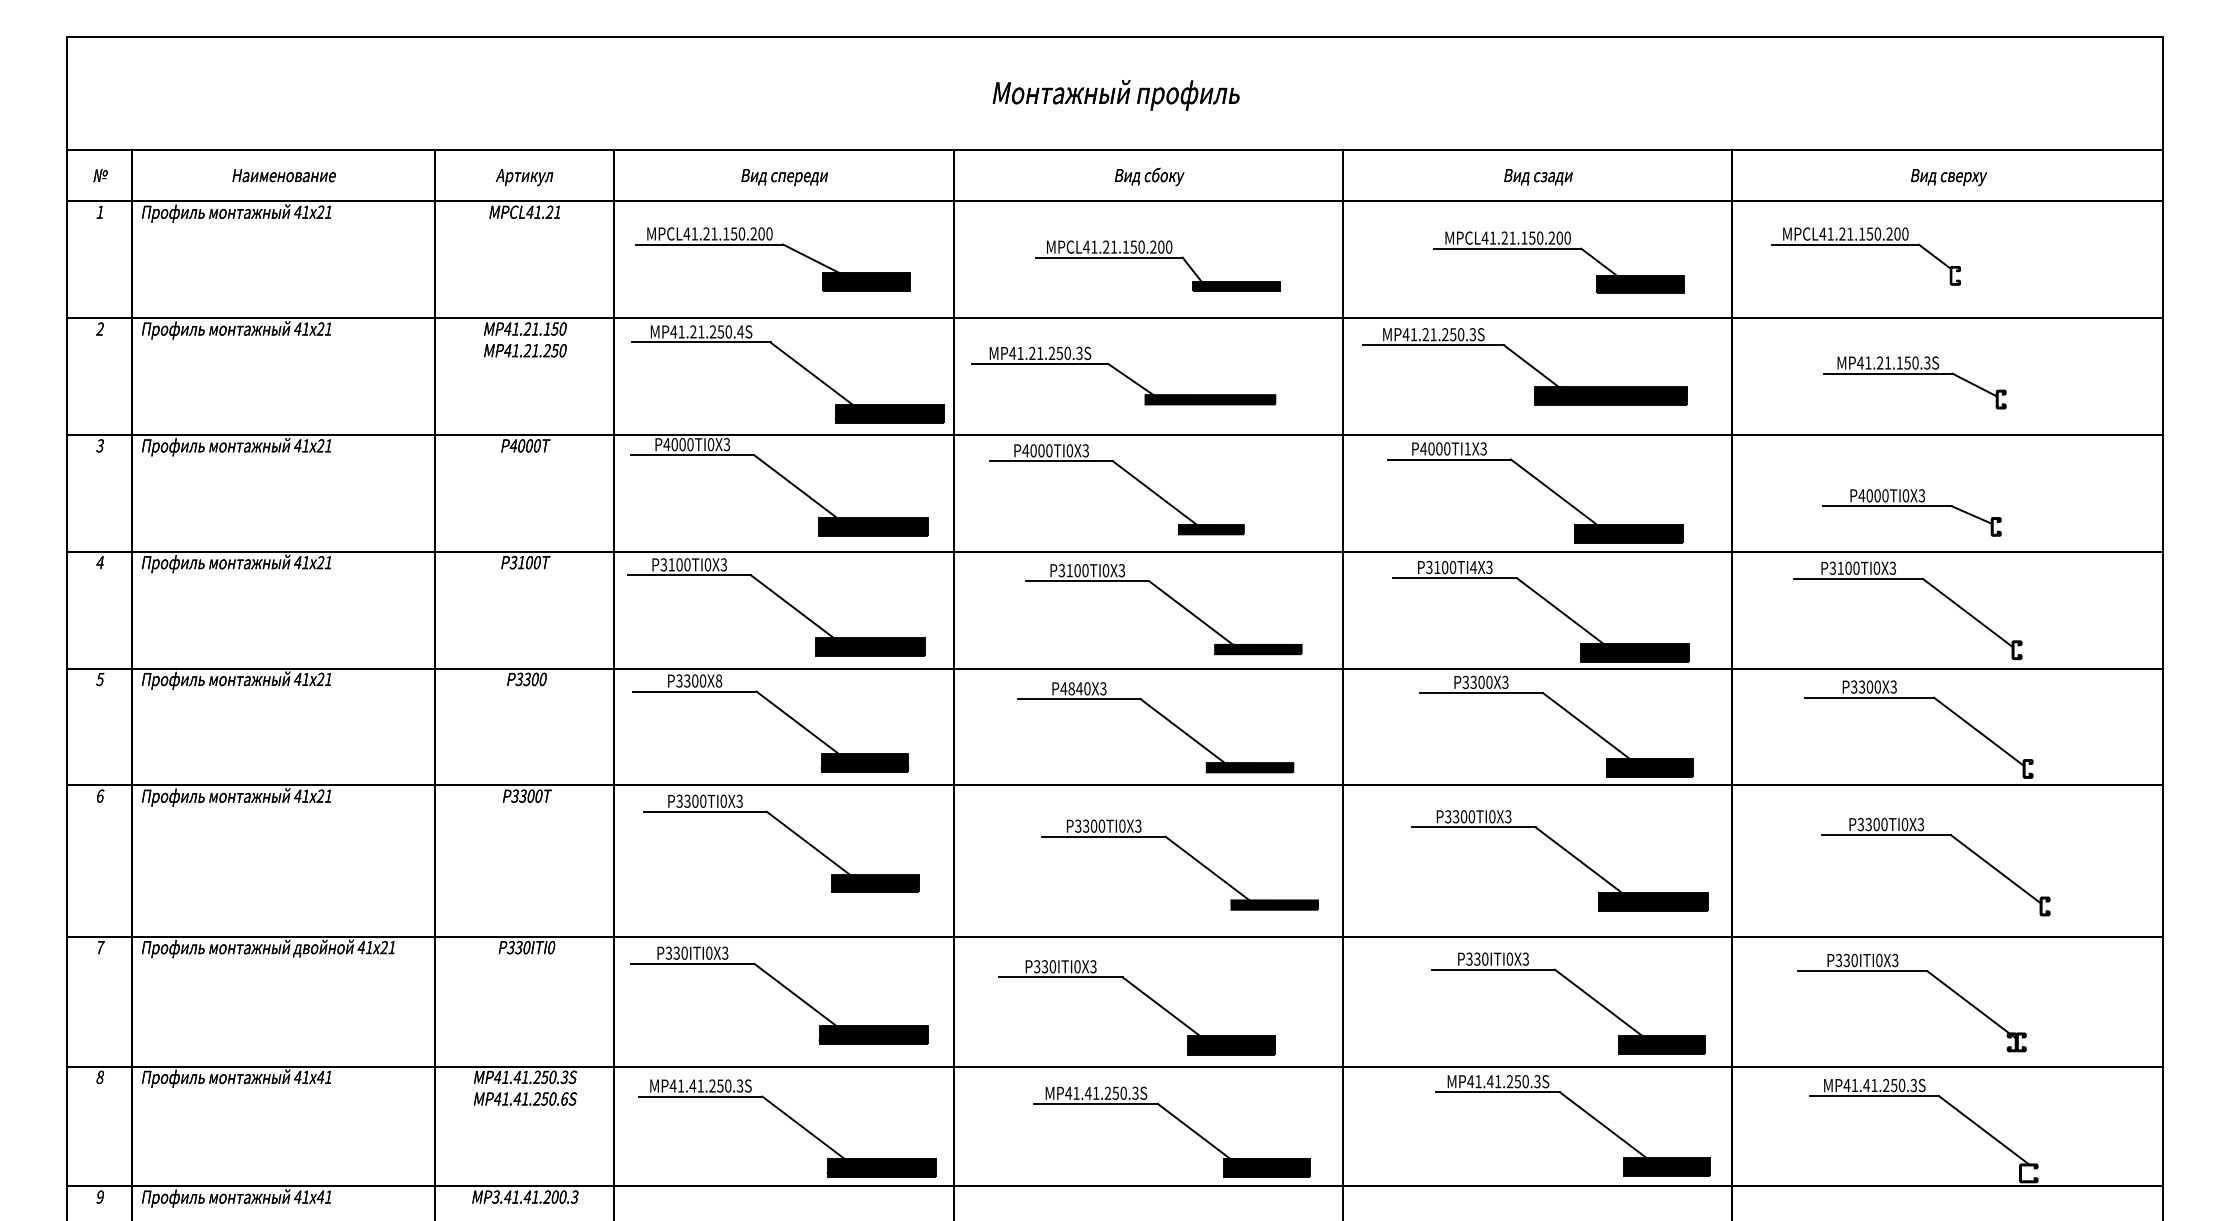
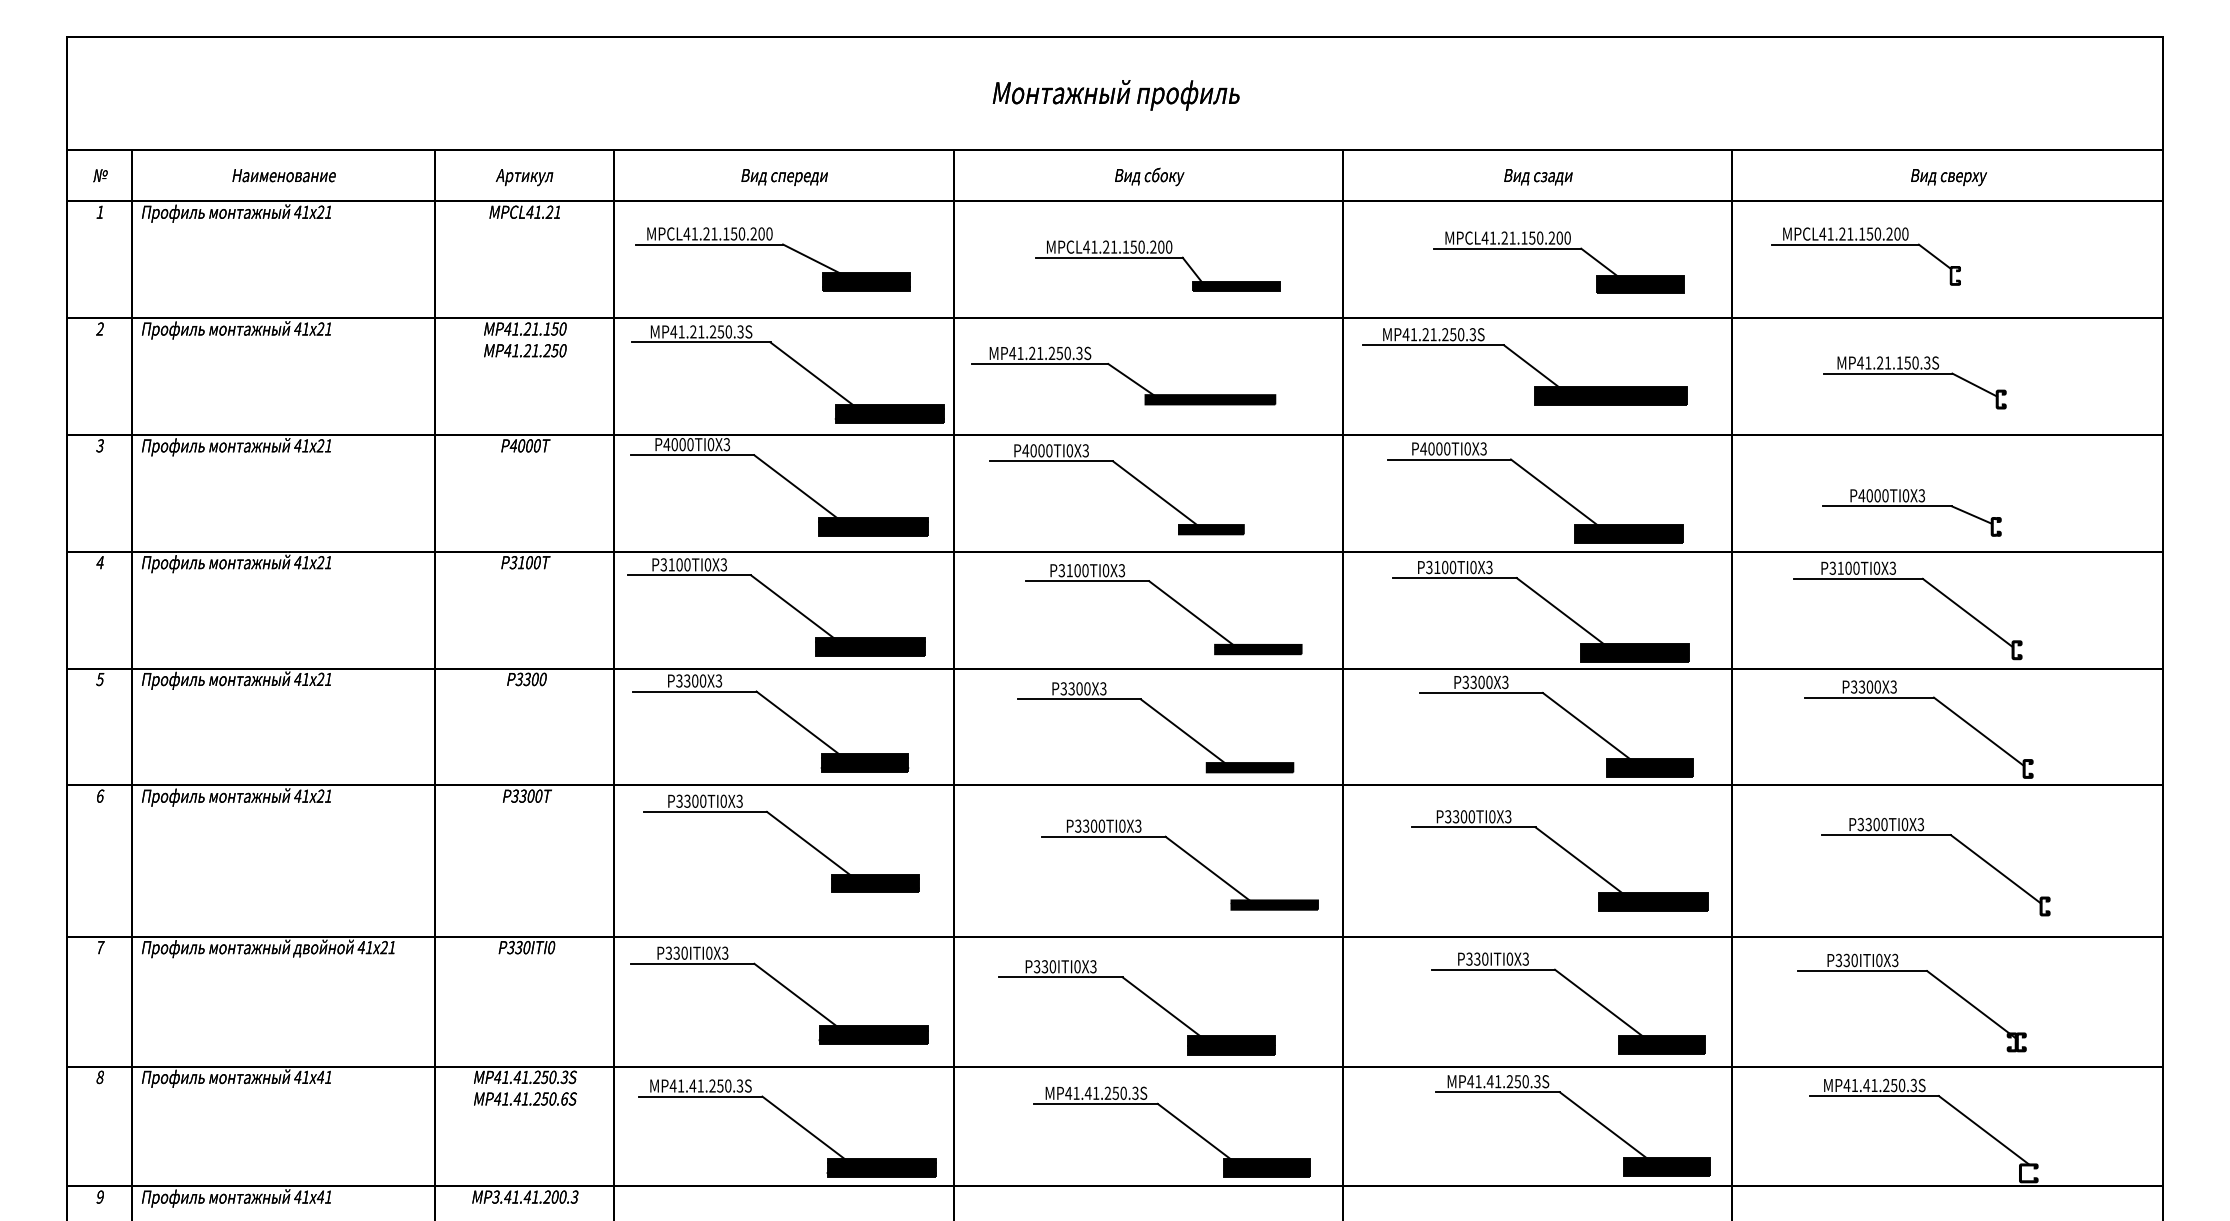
text at (740, 331): MP41.21.250.4S -> MP41.21.250.3S
text at (1467, 448): P4000TI1X3 -> P4000TI0X3
text at (1473, 567): P3100TI4X3 -> P3100TI0X3
text at (718, 680): P3300X8 -> P3300X3
text at (1071, 688): P4840X3 -> P3300X3
